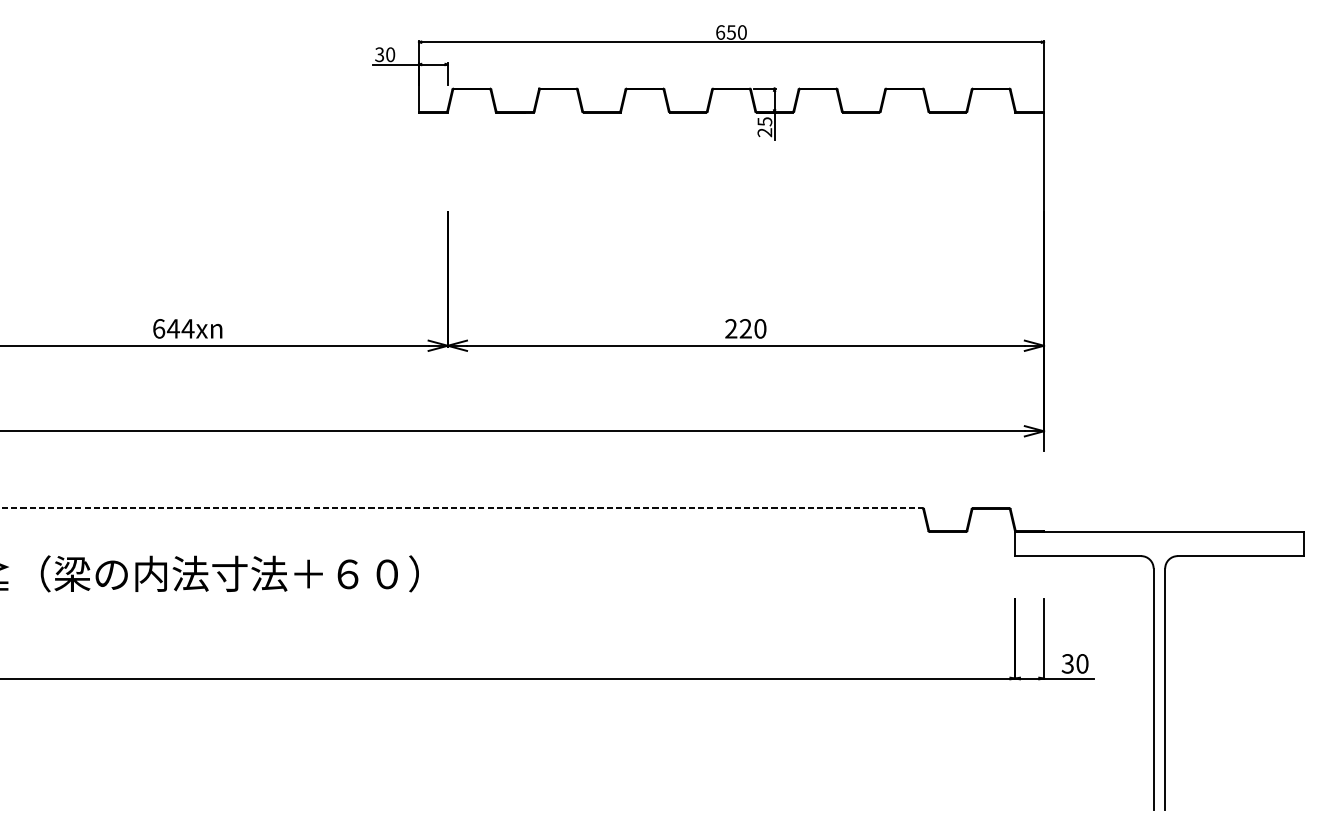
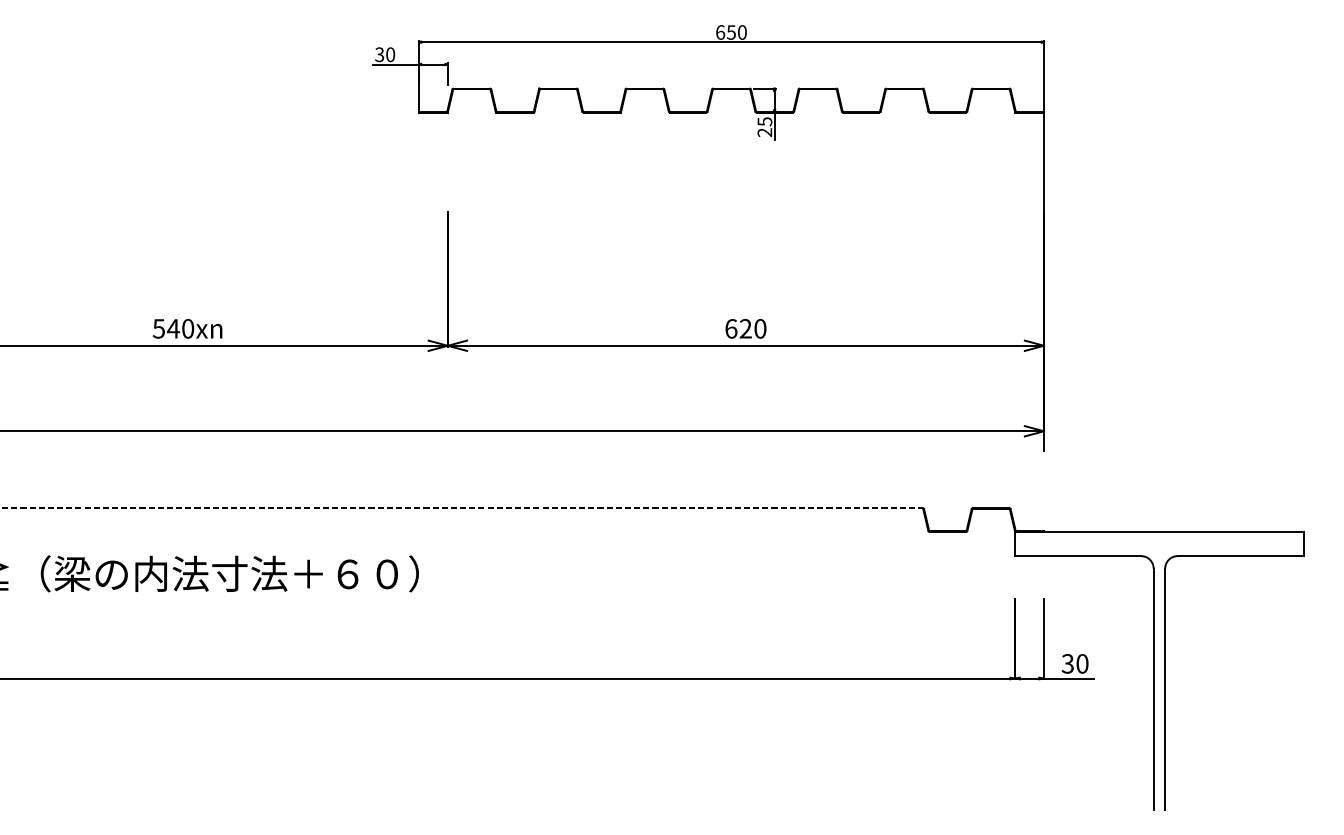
text at (173, 328): 644xn -> 540xn
text at (731, 328): 220 -> 620
